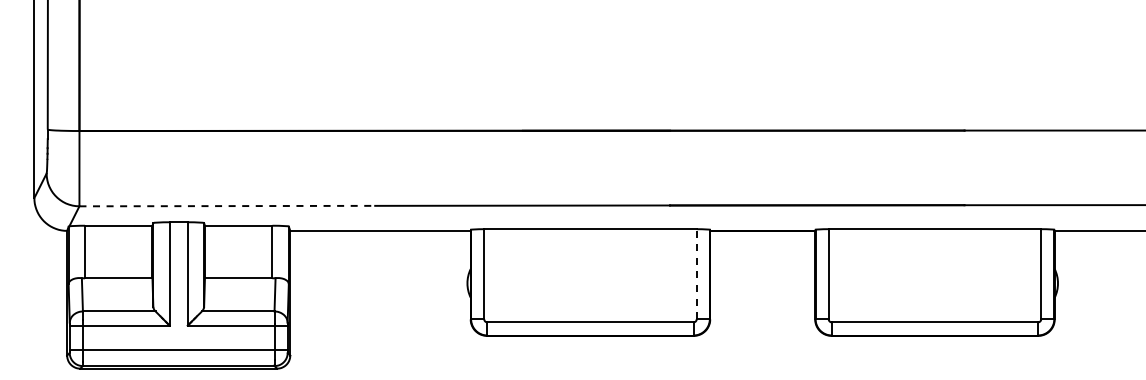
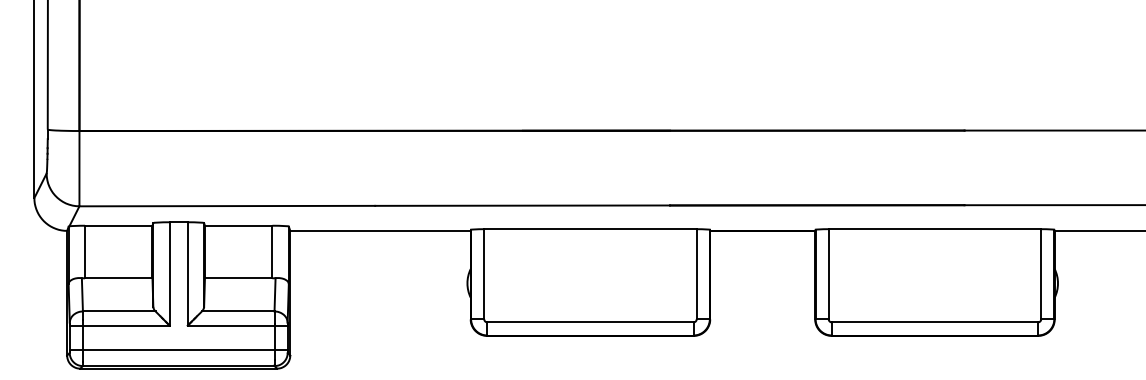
line at (227, 206): dashed -> solid
line at (696, 274): dashed -> solid
